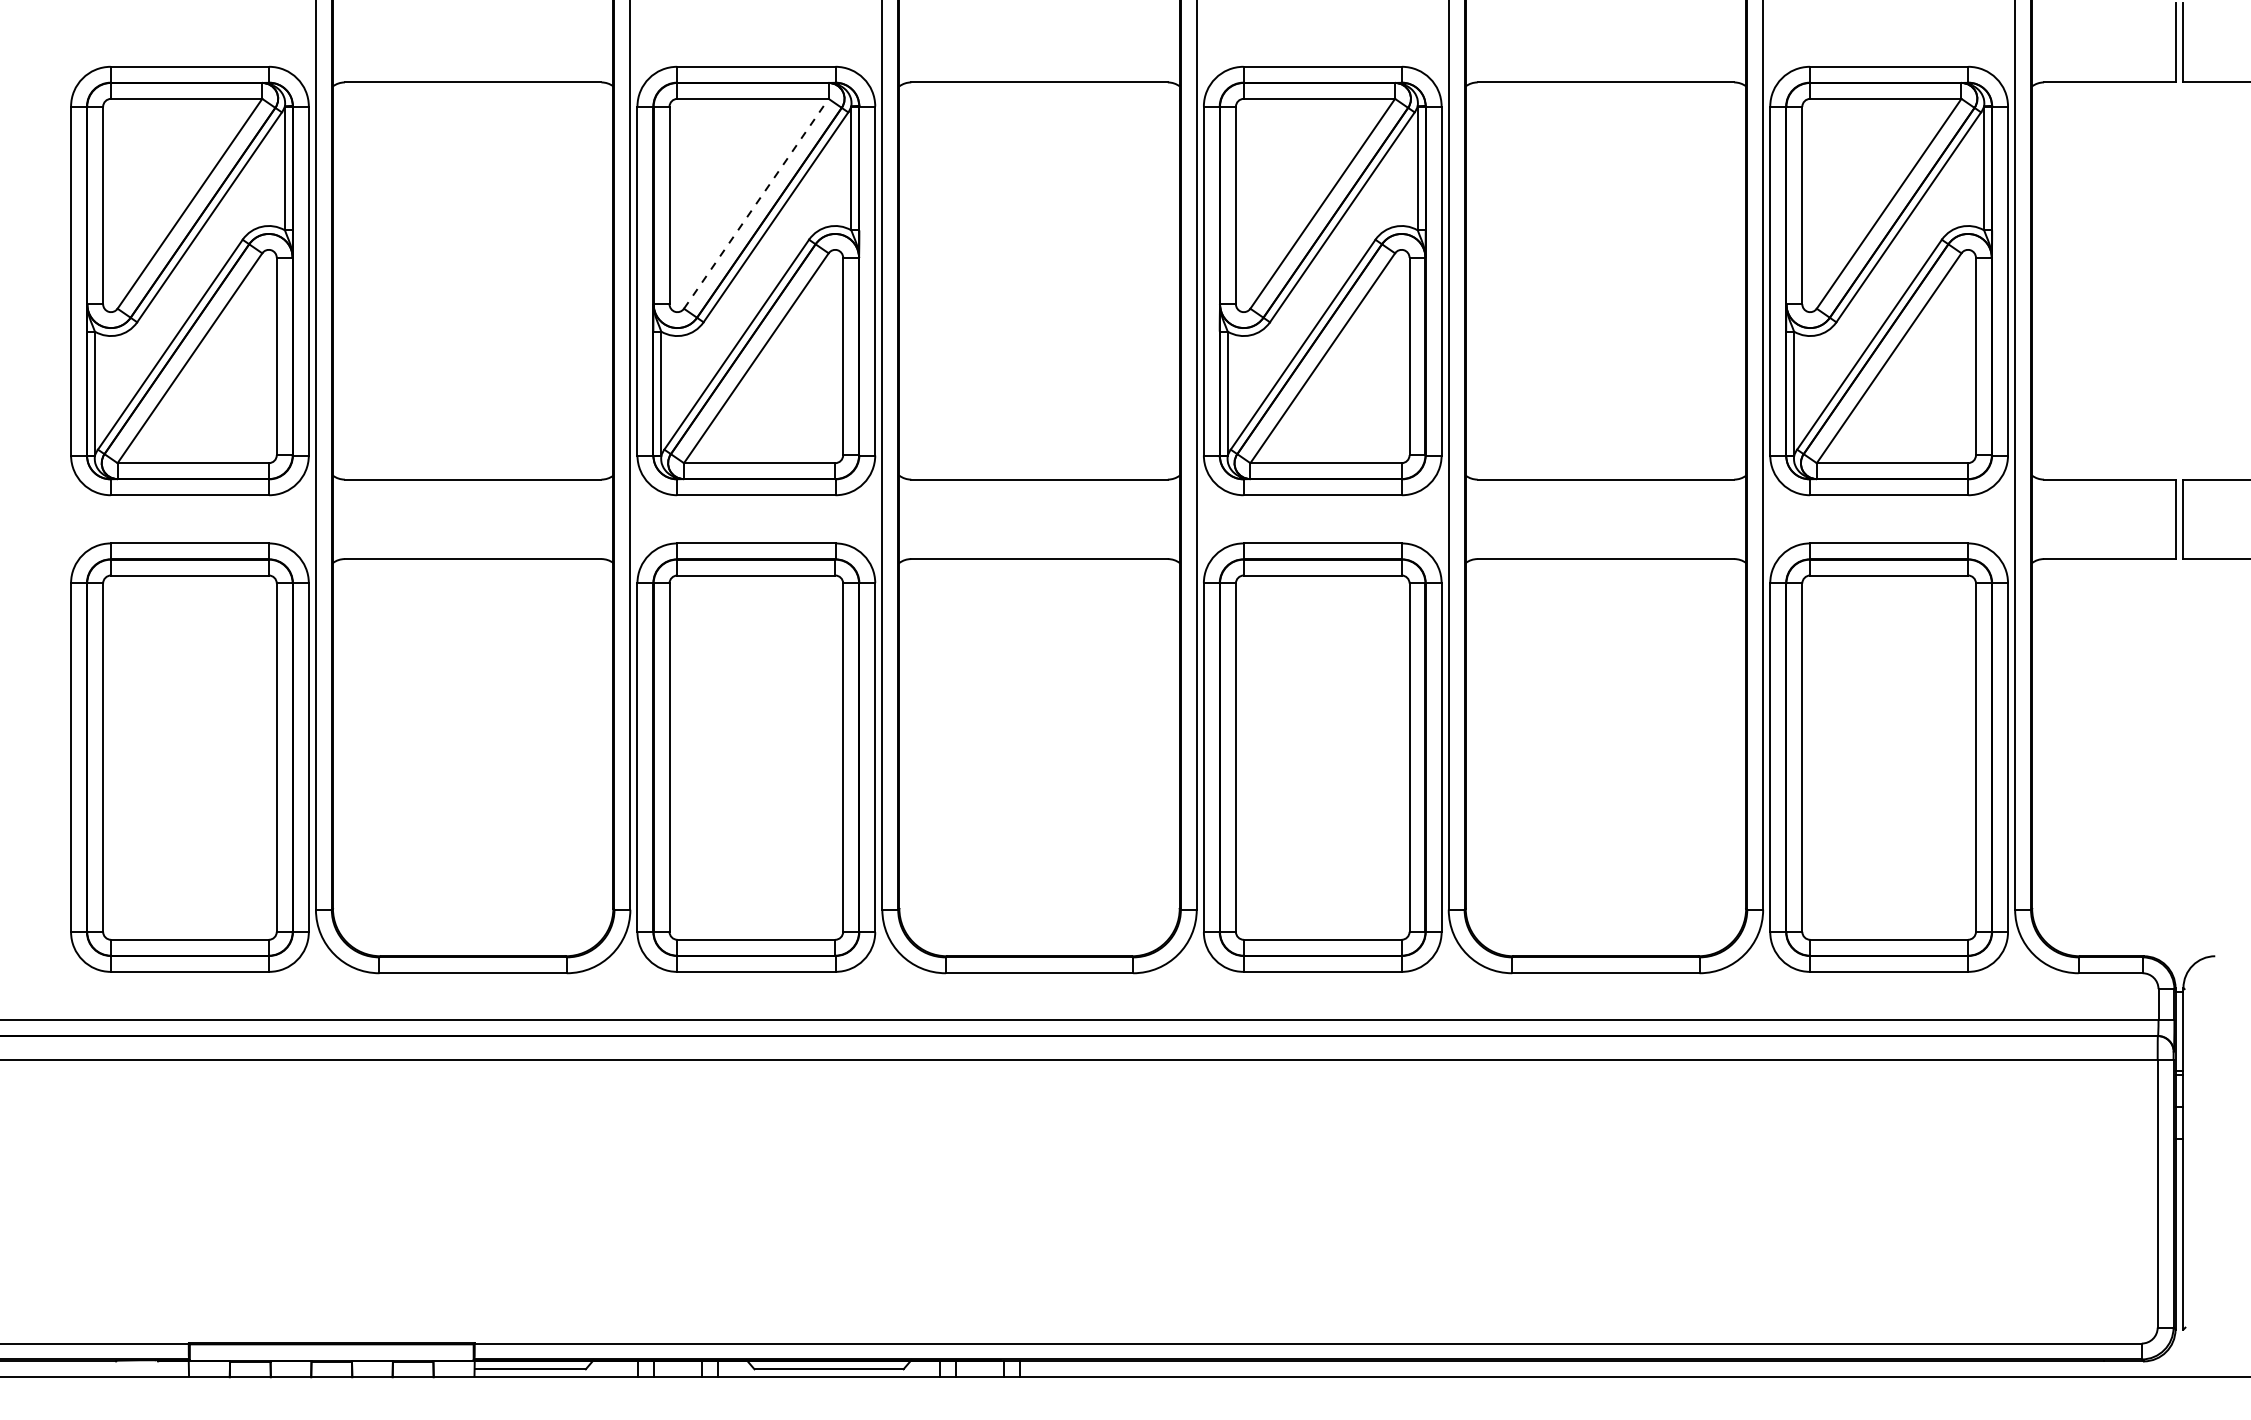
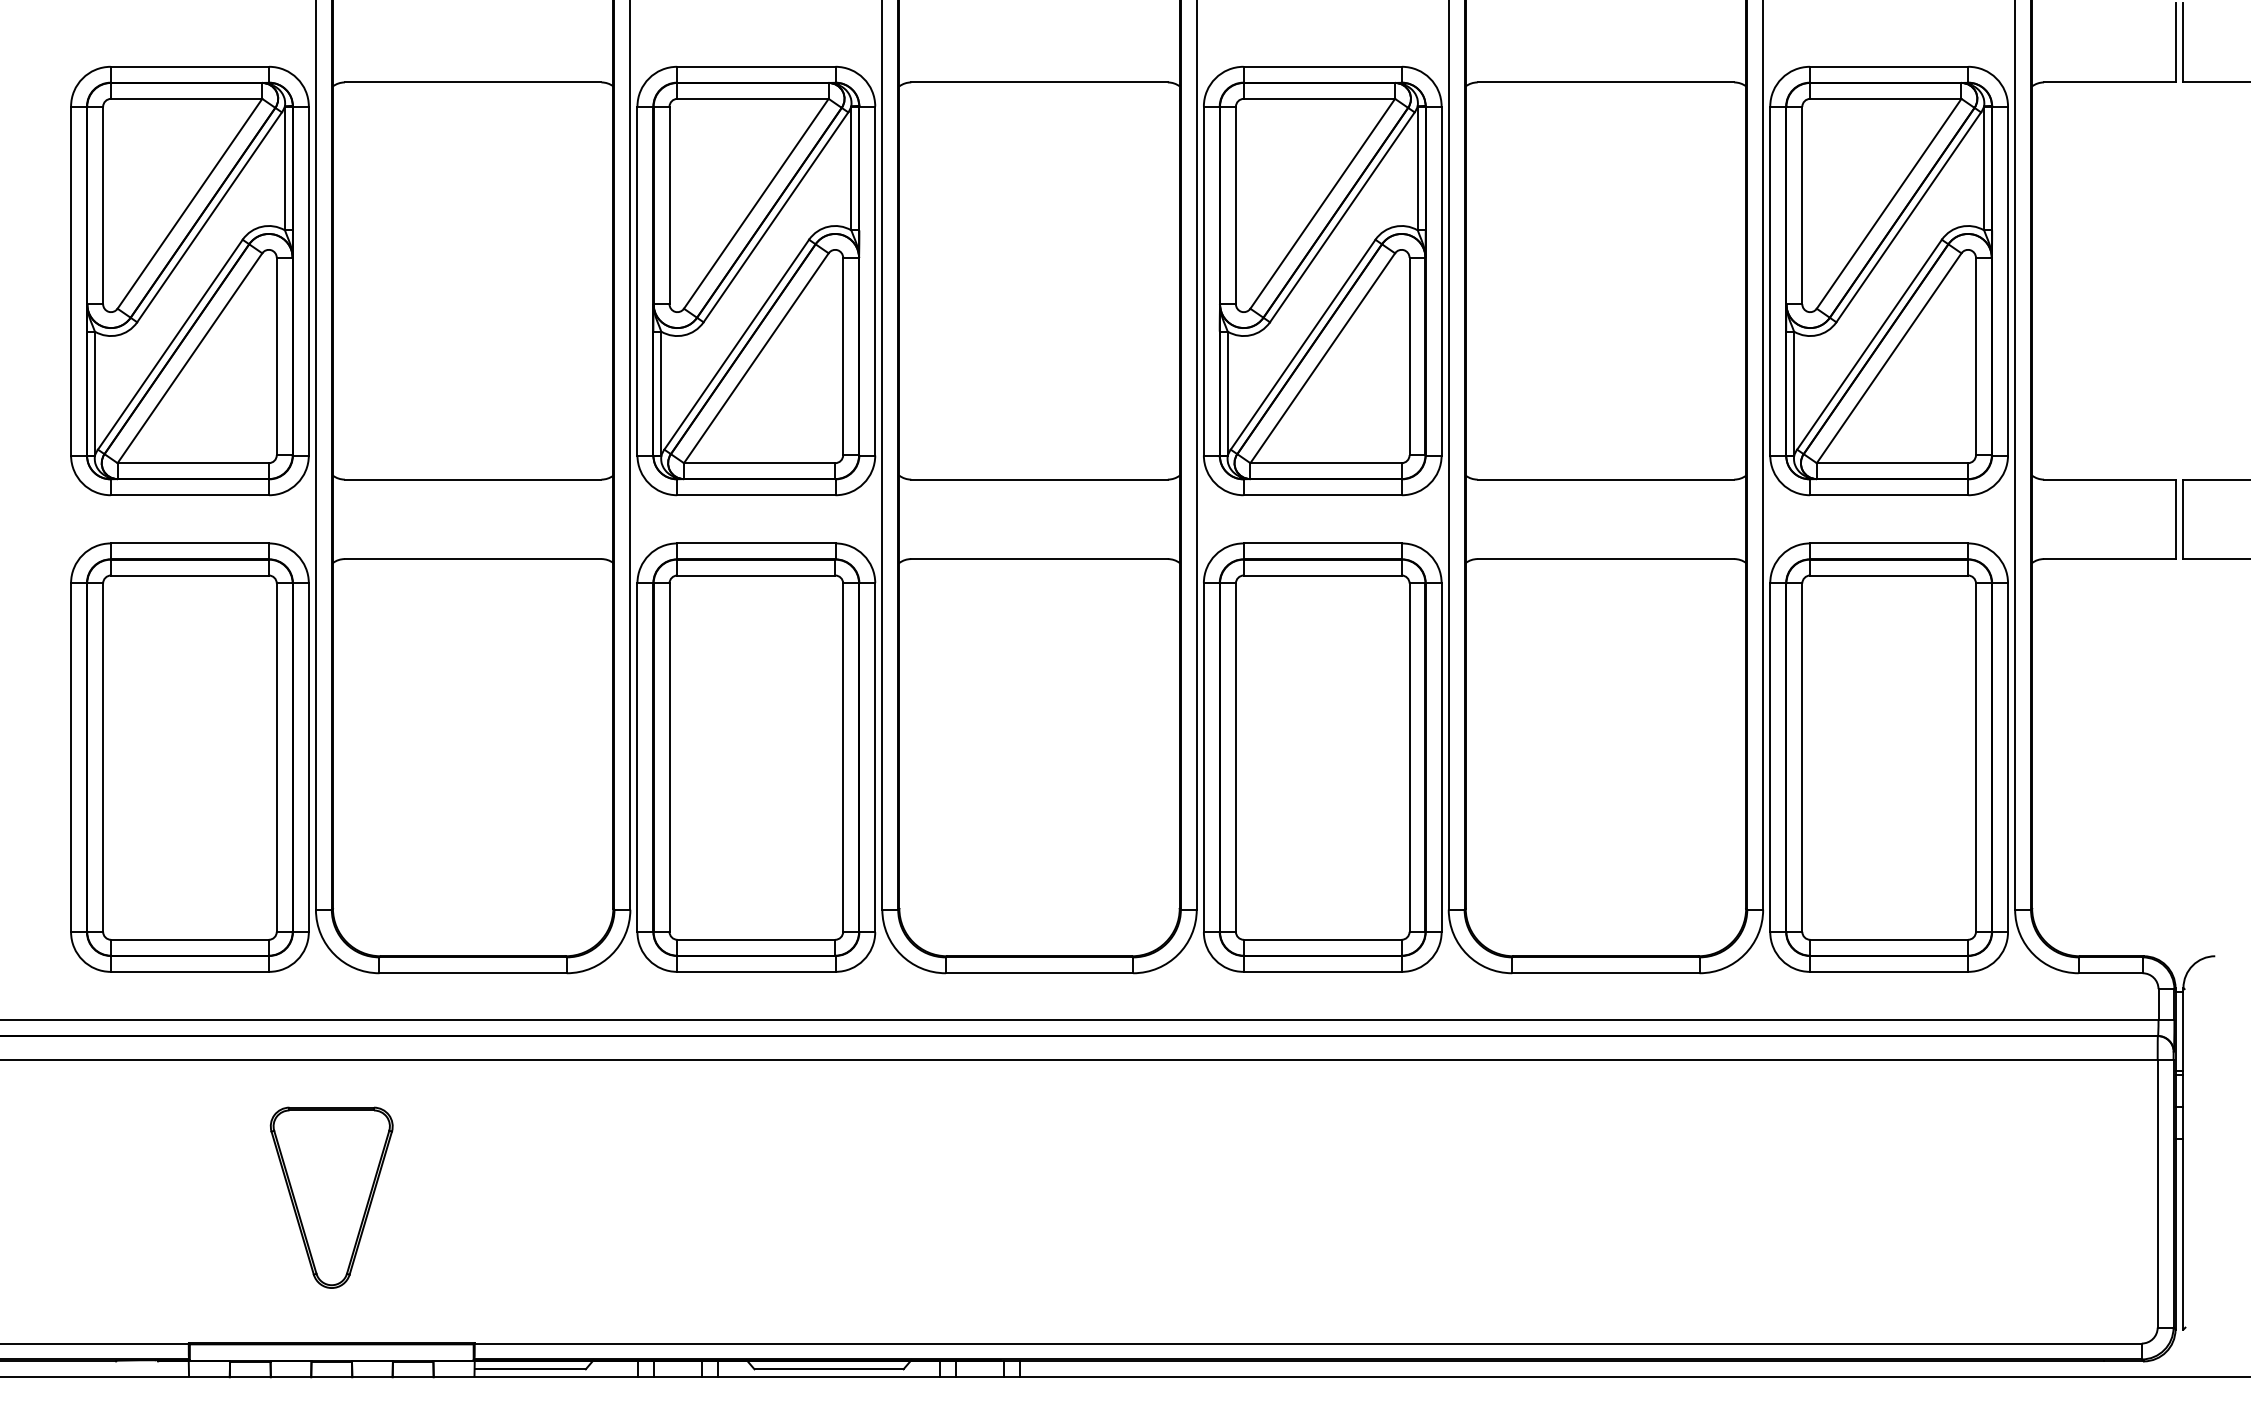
line at (756, 203): dashed -> solid
part at (331, 1197): none -> present
